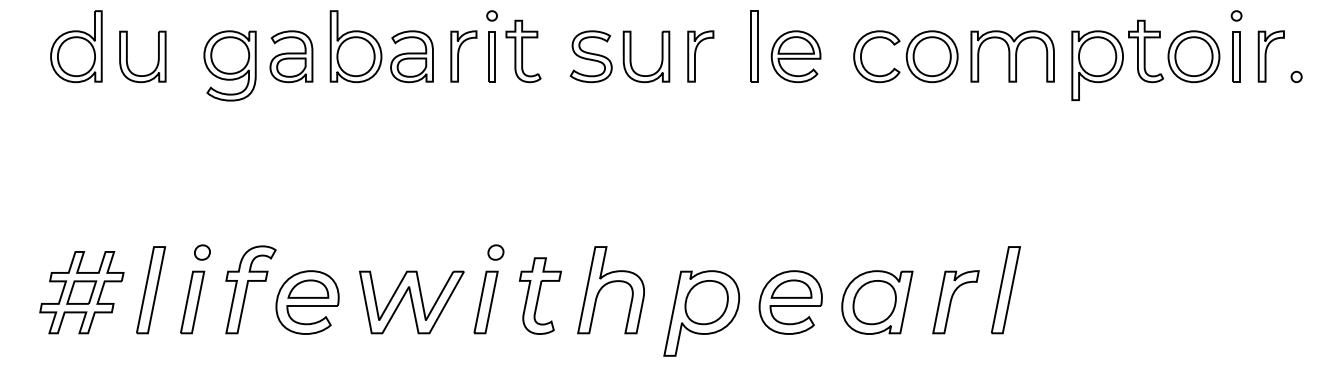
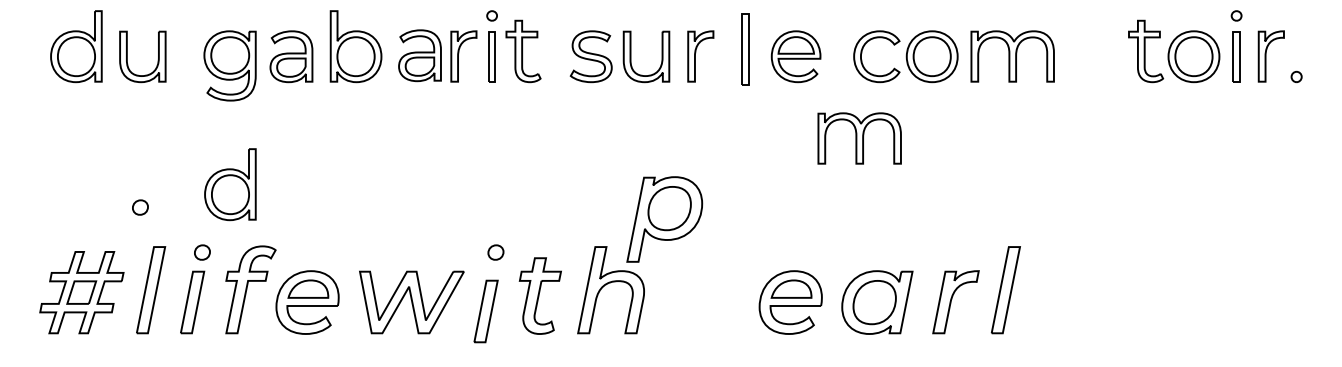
part at (754, 46) position: (754, 46) -> (745, 49)
part at (411, 56) position: (411, 56) -> (419, 55)
part at (1097, 65): present -> none
part at (859, 138): none -> present
part at (230, 184): none -> present
part at (140, 207): none -> present
part at (485, 302) position: (485, 302) -> (485, 311)
part at (701, 313) position: (701, 313) -> (664, 219)
